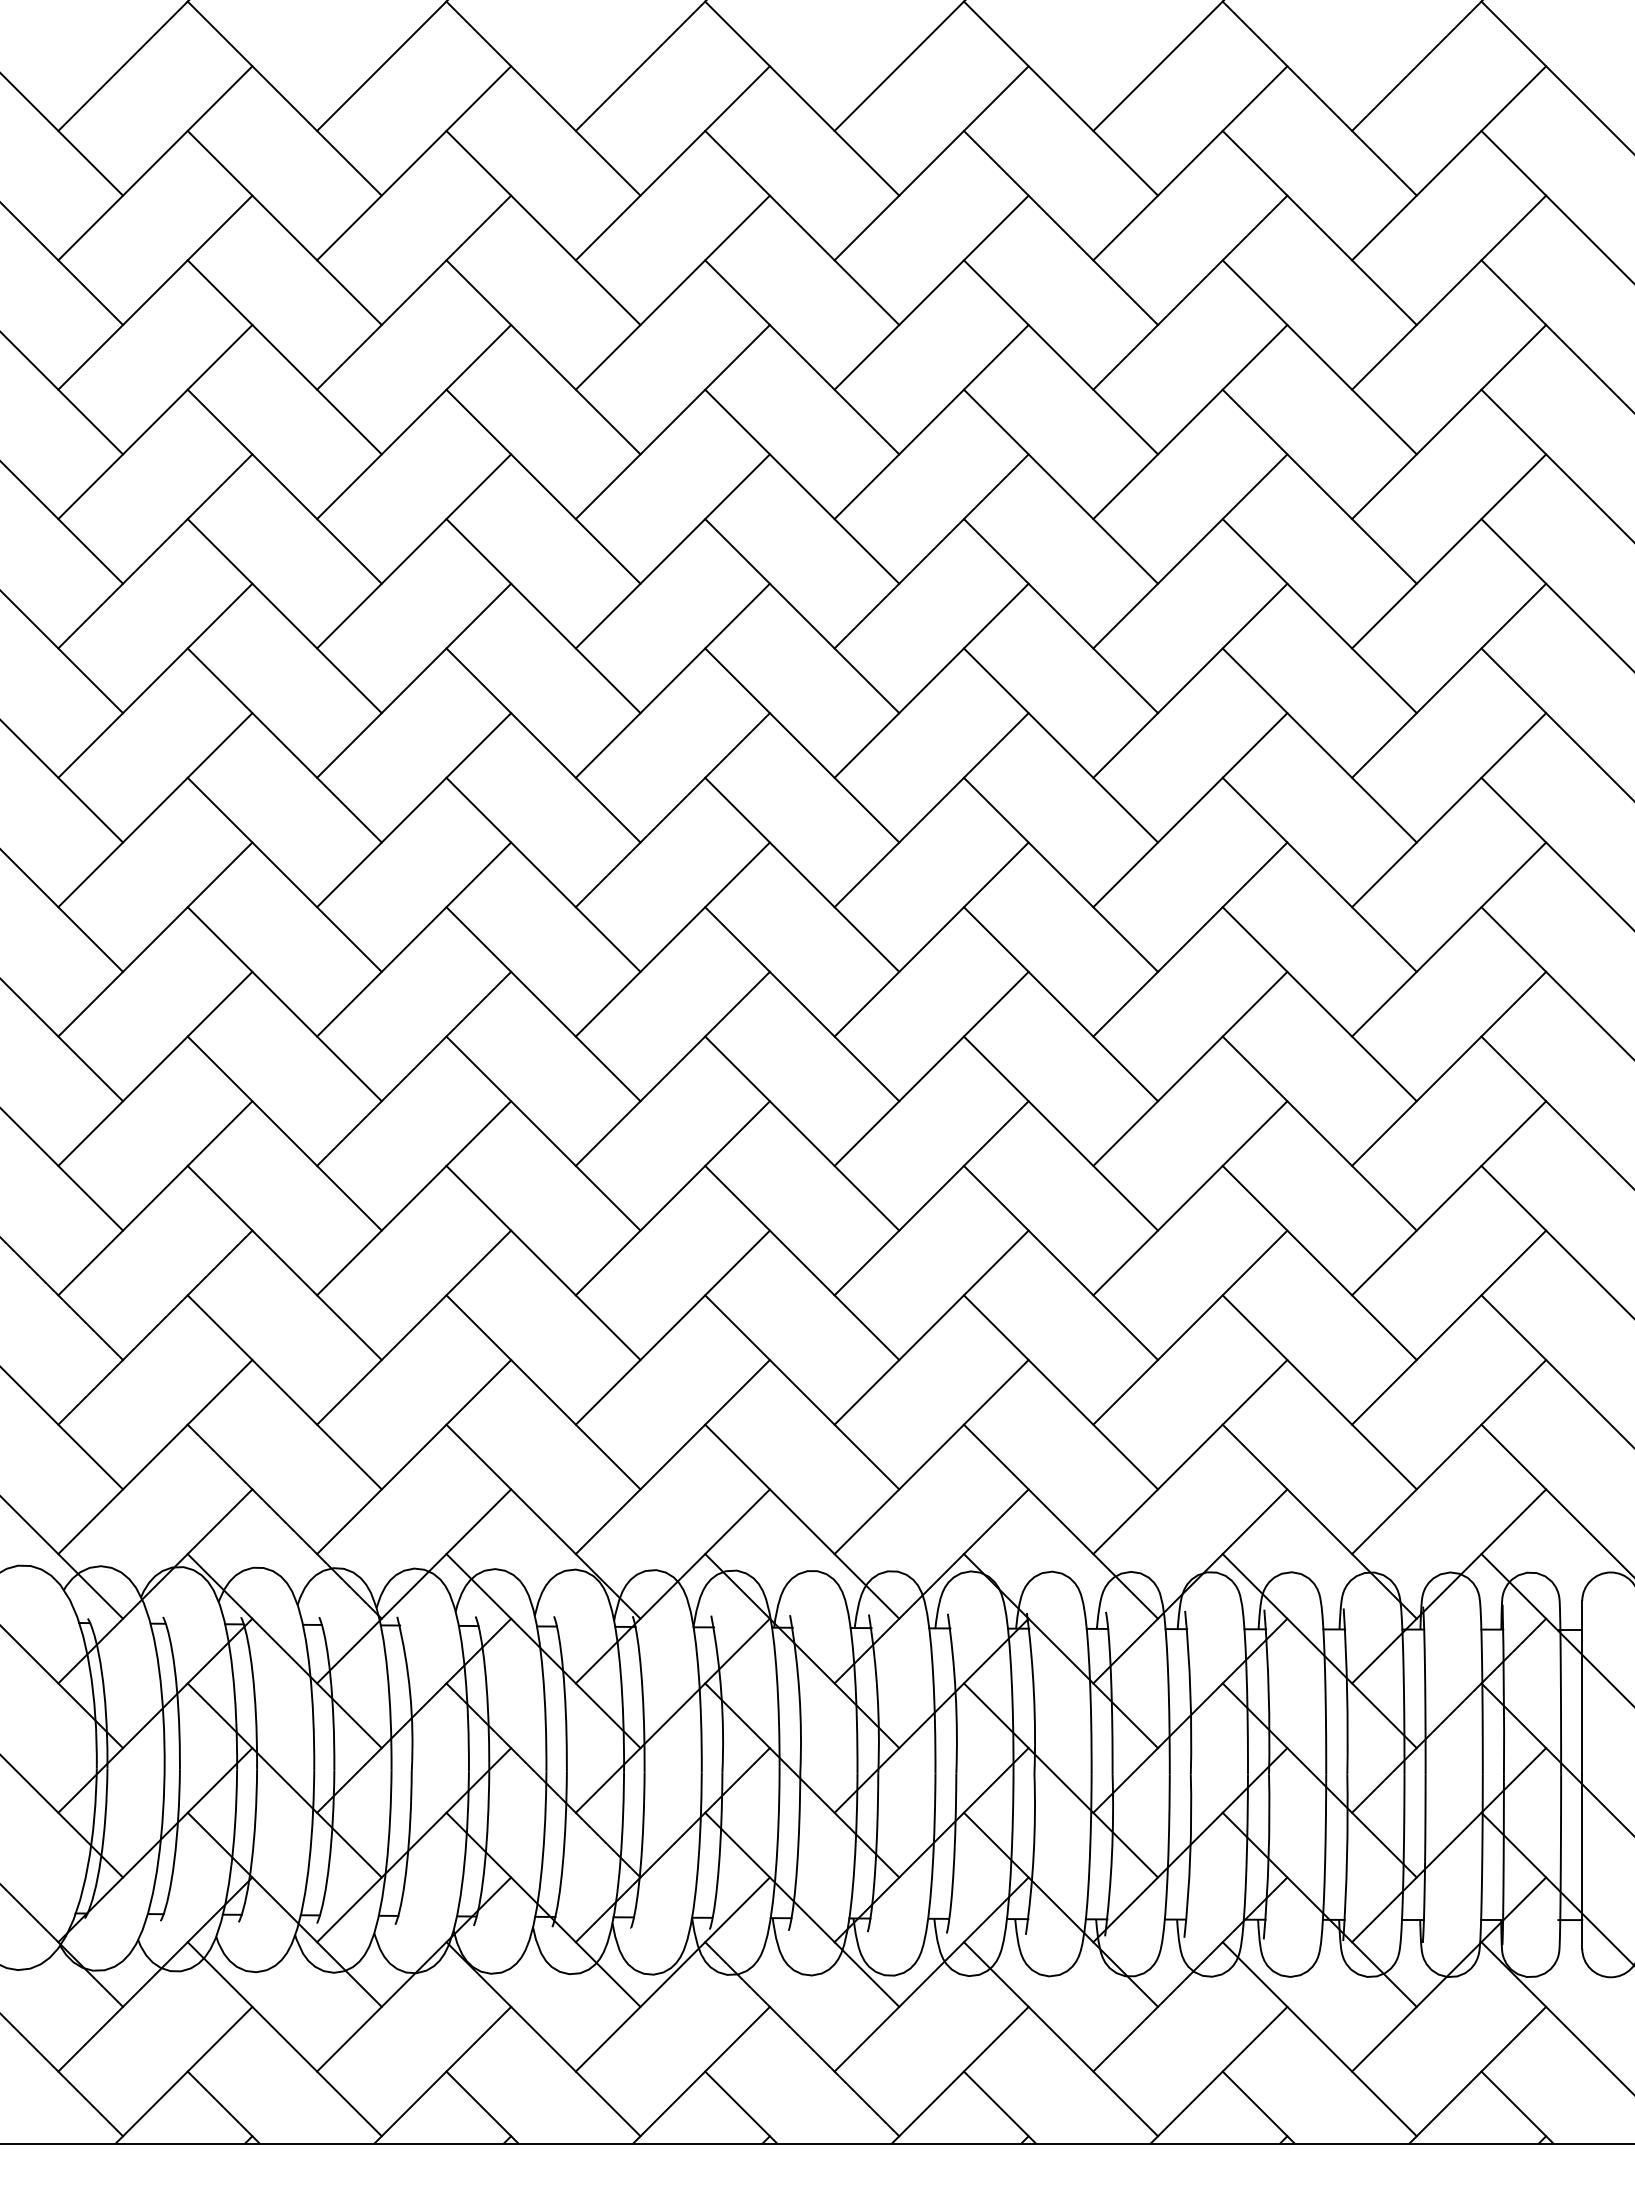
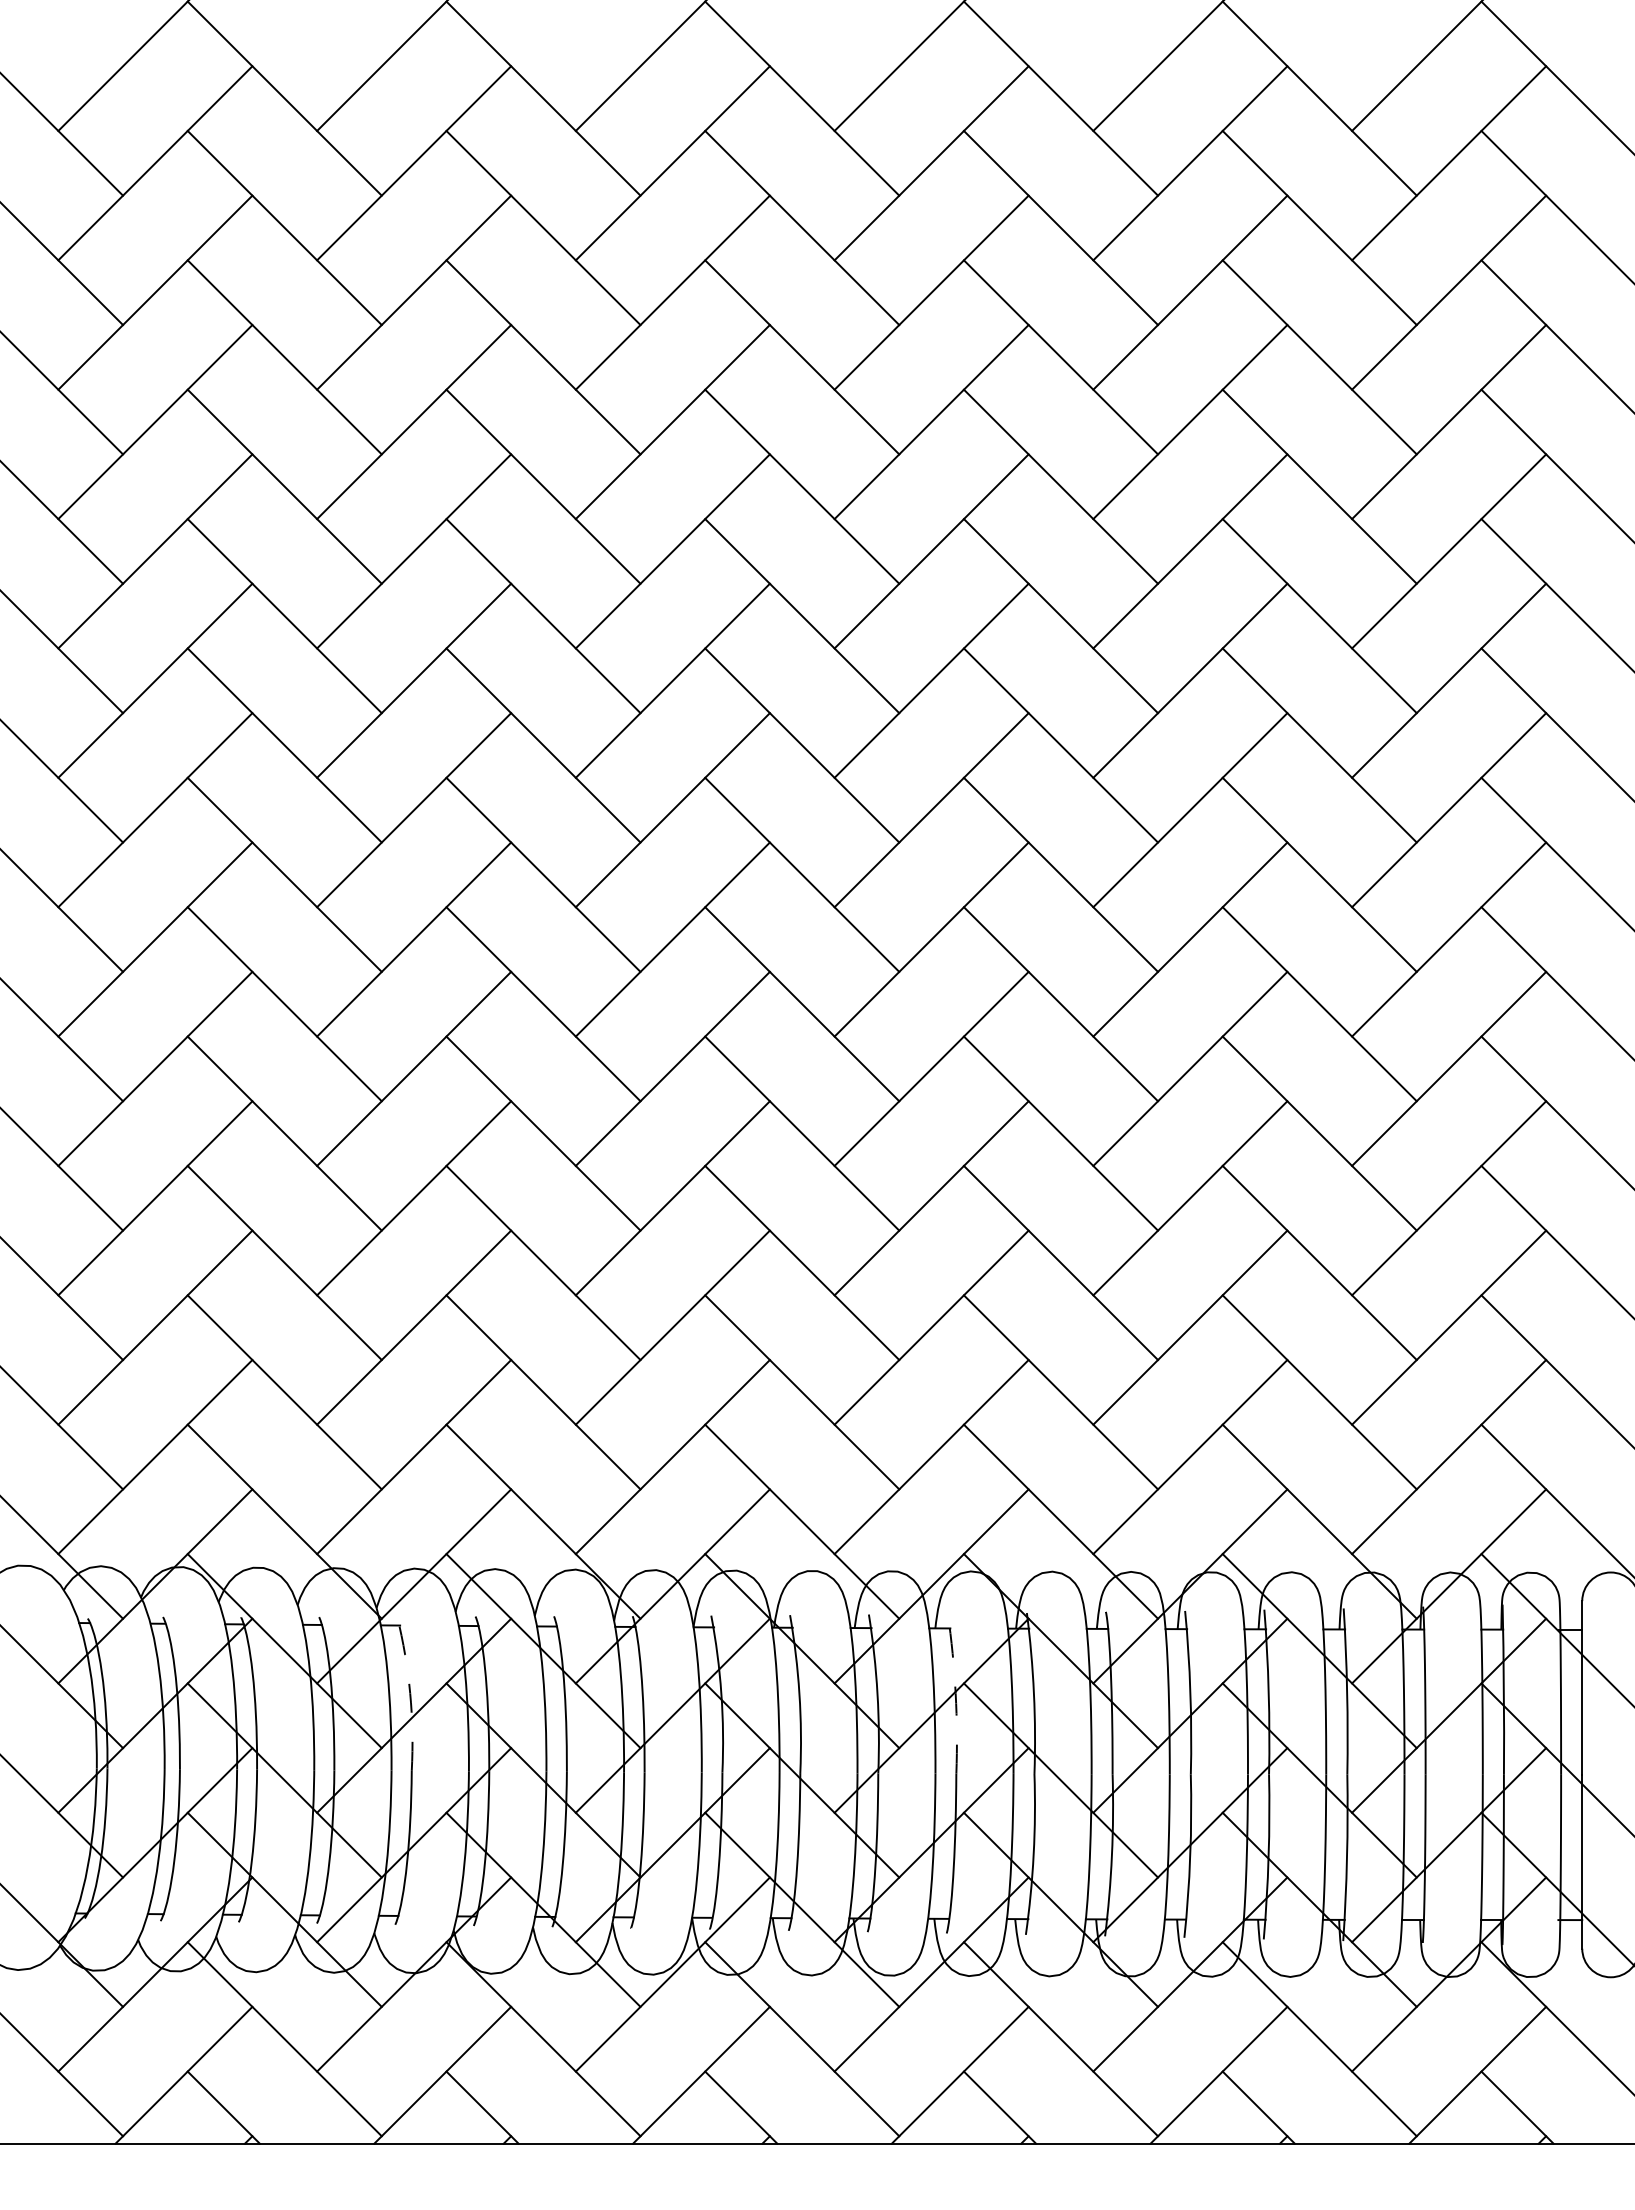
arc at (410, 1693): solid -> dashed
arc at (955, 1693): solid -> dashed
